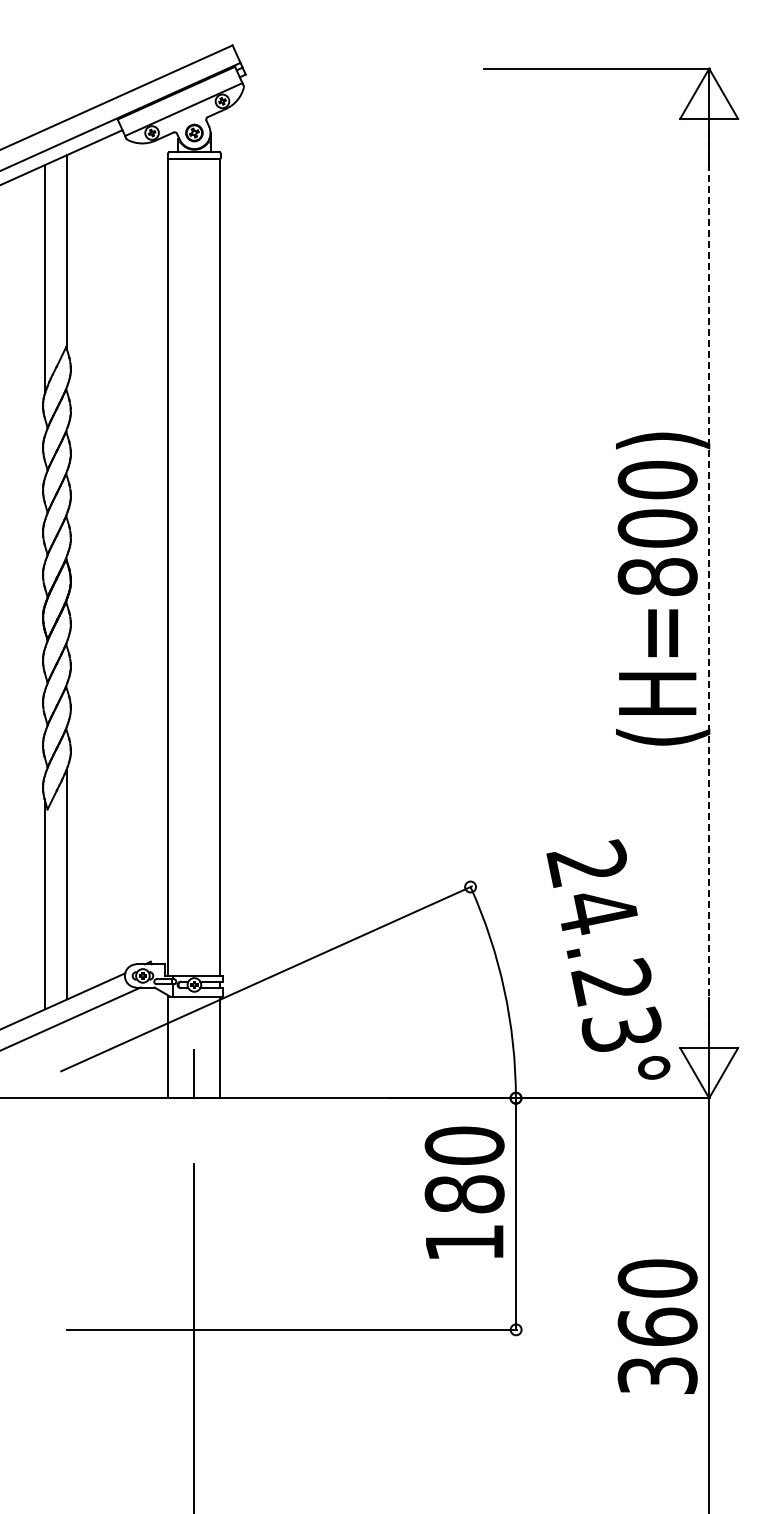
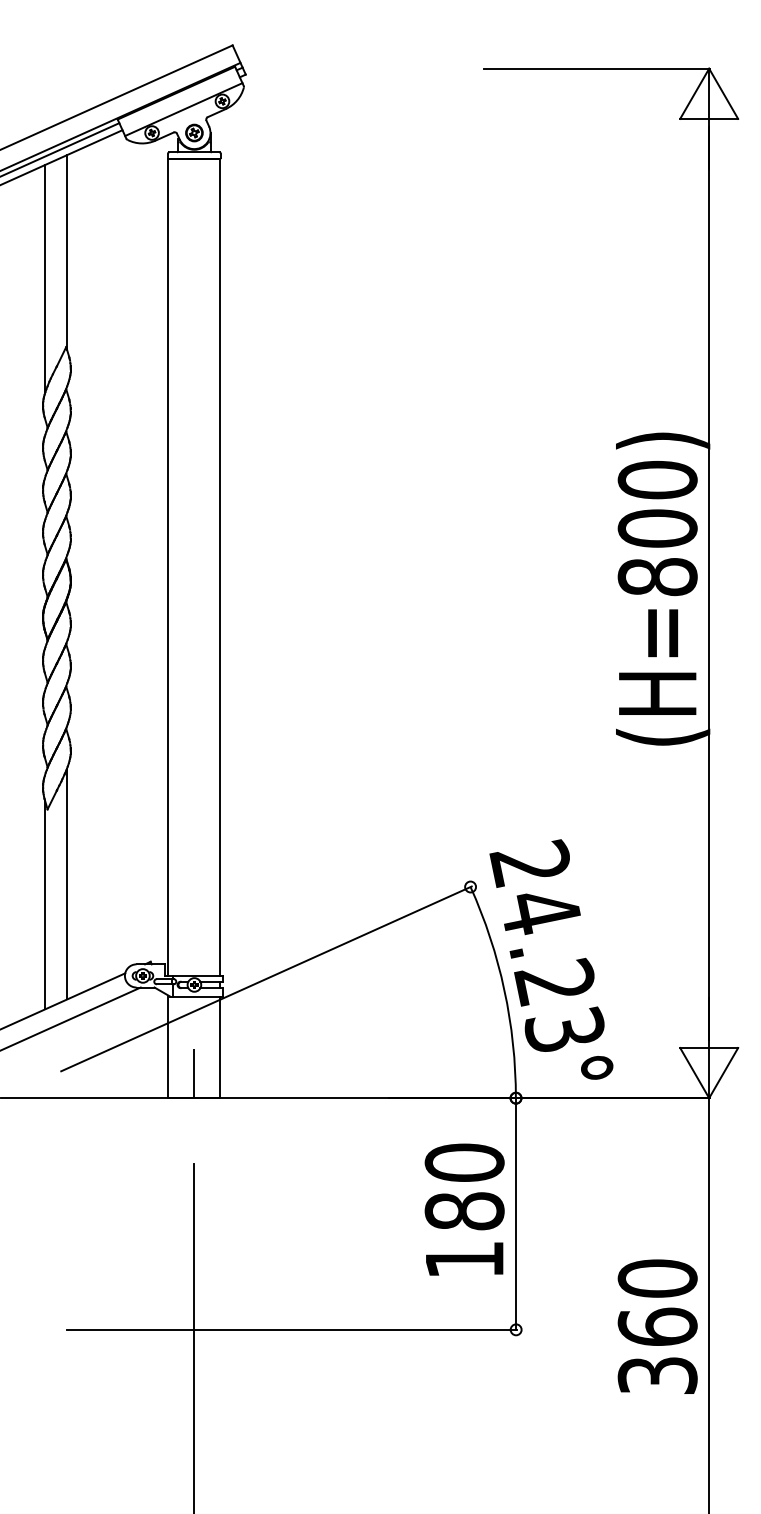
line at (60, 149): none -> present
line at (709, 583): dashed -> solid
text at (608, 959) position: (608, 959) -> (551, 959)
text at (464, 1192) position: (464, 1192) -> (464, 1209)
